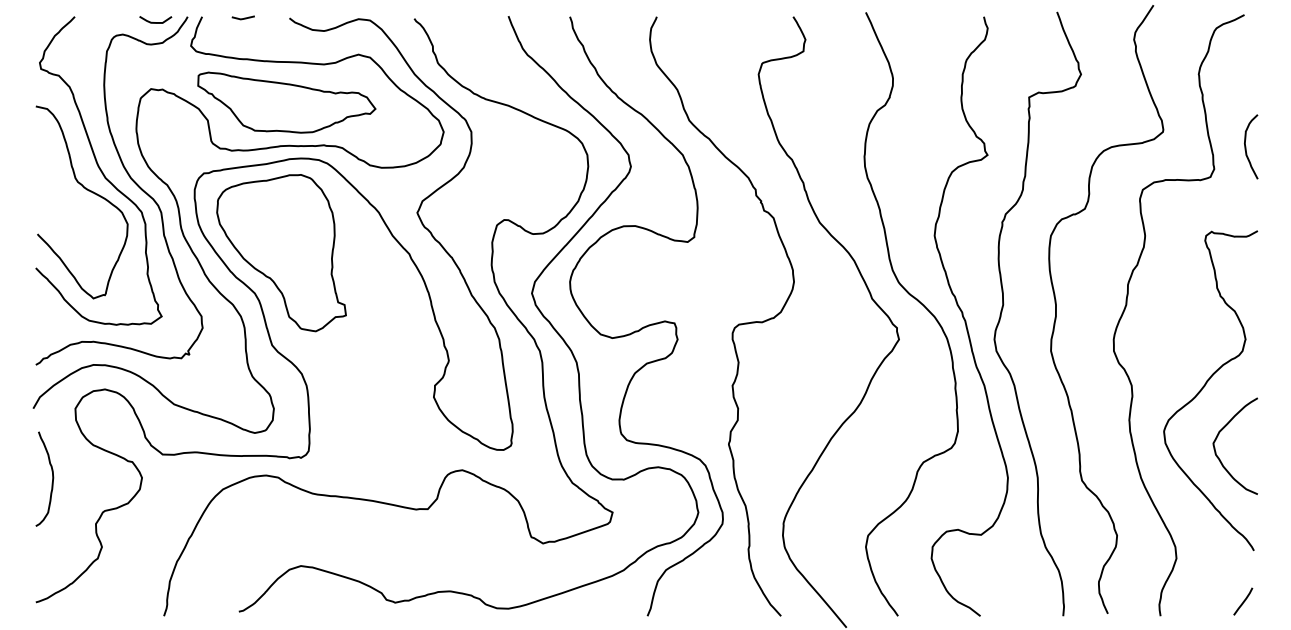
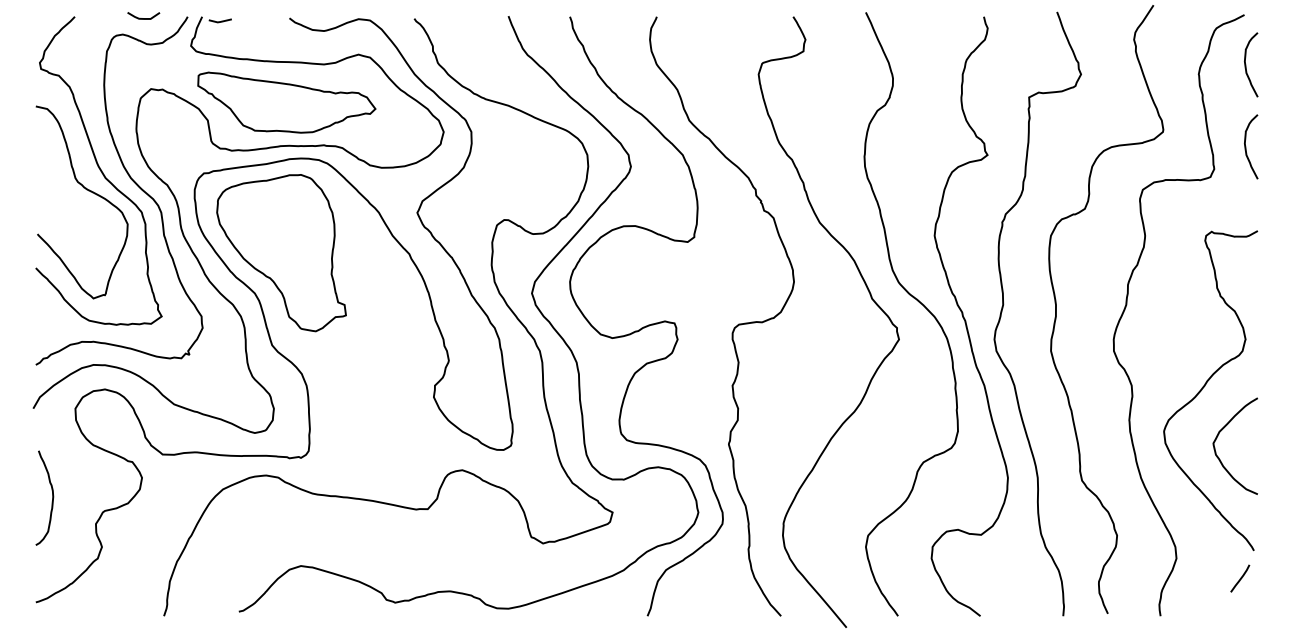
line at (242, 18) position: (242, 18) -> (219, 21)
curve at (155, 22) position: (155, 22) -> (143, 18)
curve at (1246, 64): none -> present
curve at (52, 478) position: (52, 478) -> (52, 497)
line at (1243, 601) position: (1243, 601) -> (1240, 578)
